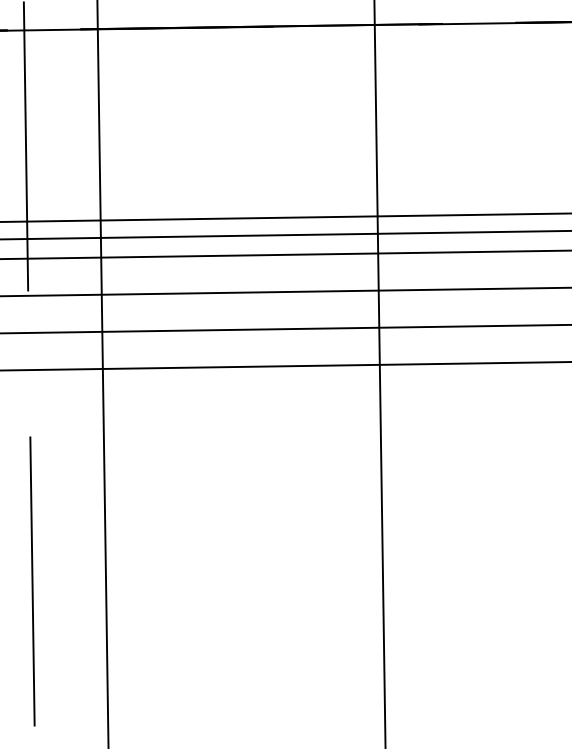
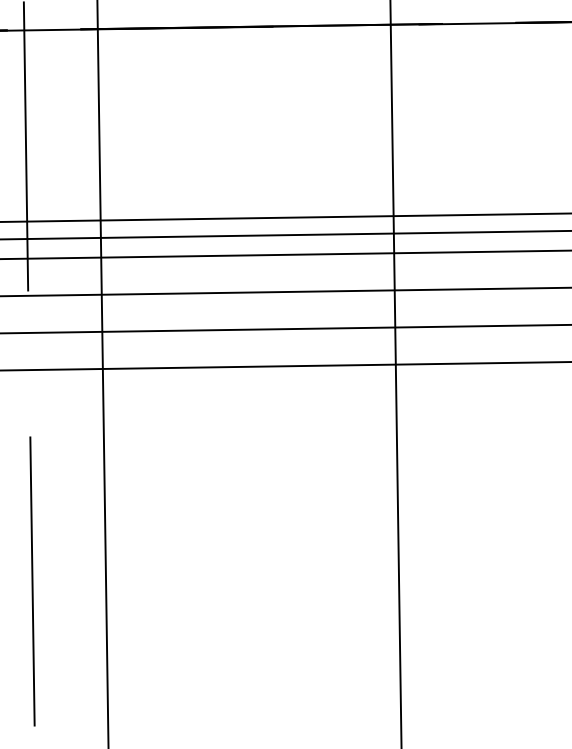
line at (379, 373) position: (379, 373) -> (395, 373)
